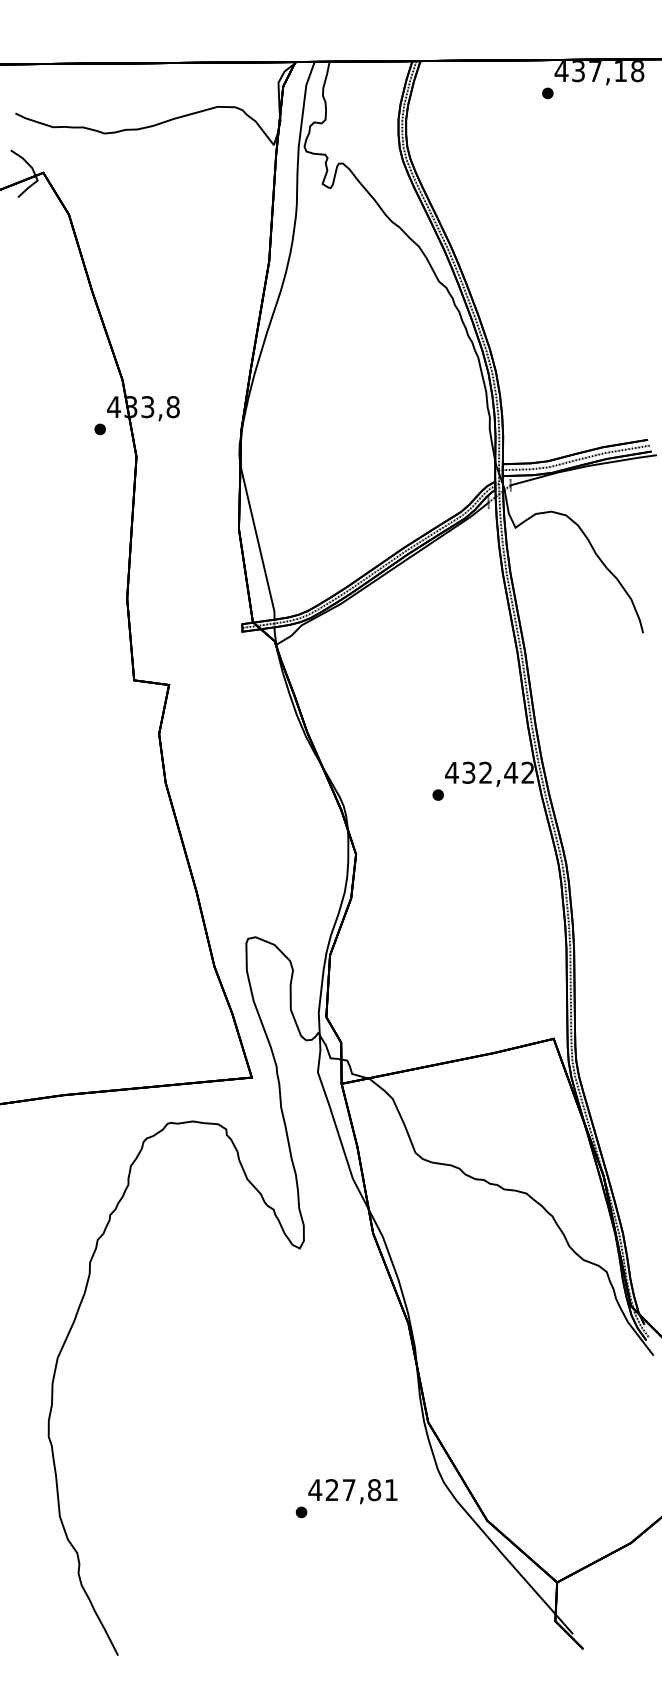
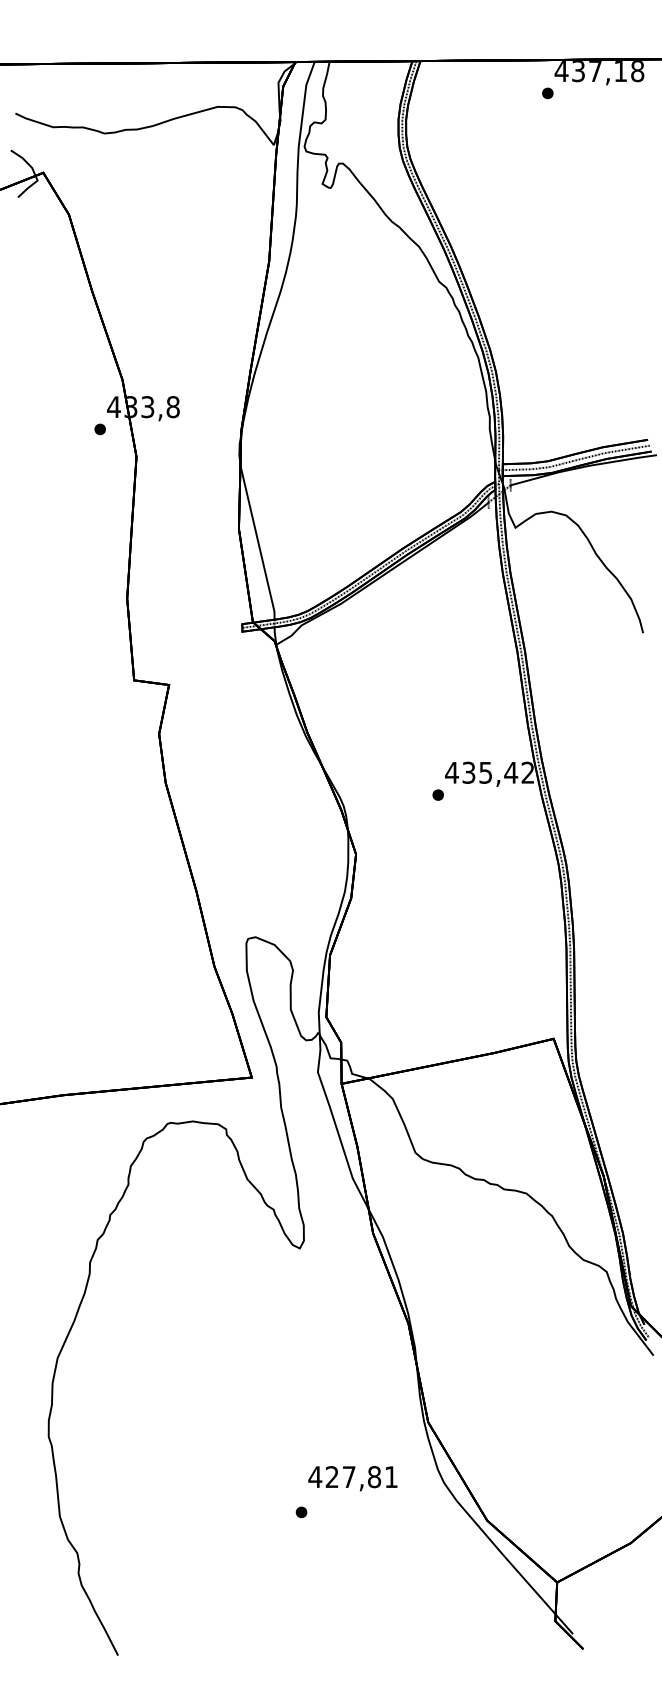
text at (485, 772): 432,42 -> 435,42
text at (352, 1491) position: (352, 1491) -> (352, 1478)
